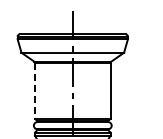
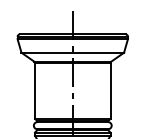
line at (35, 91): dashed -> solid
